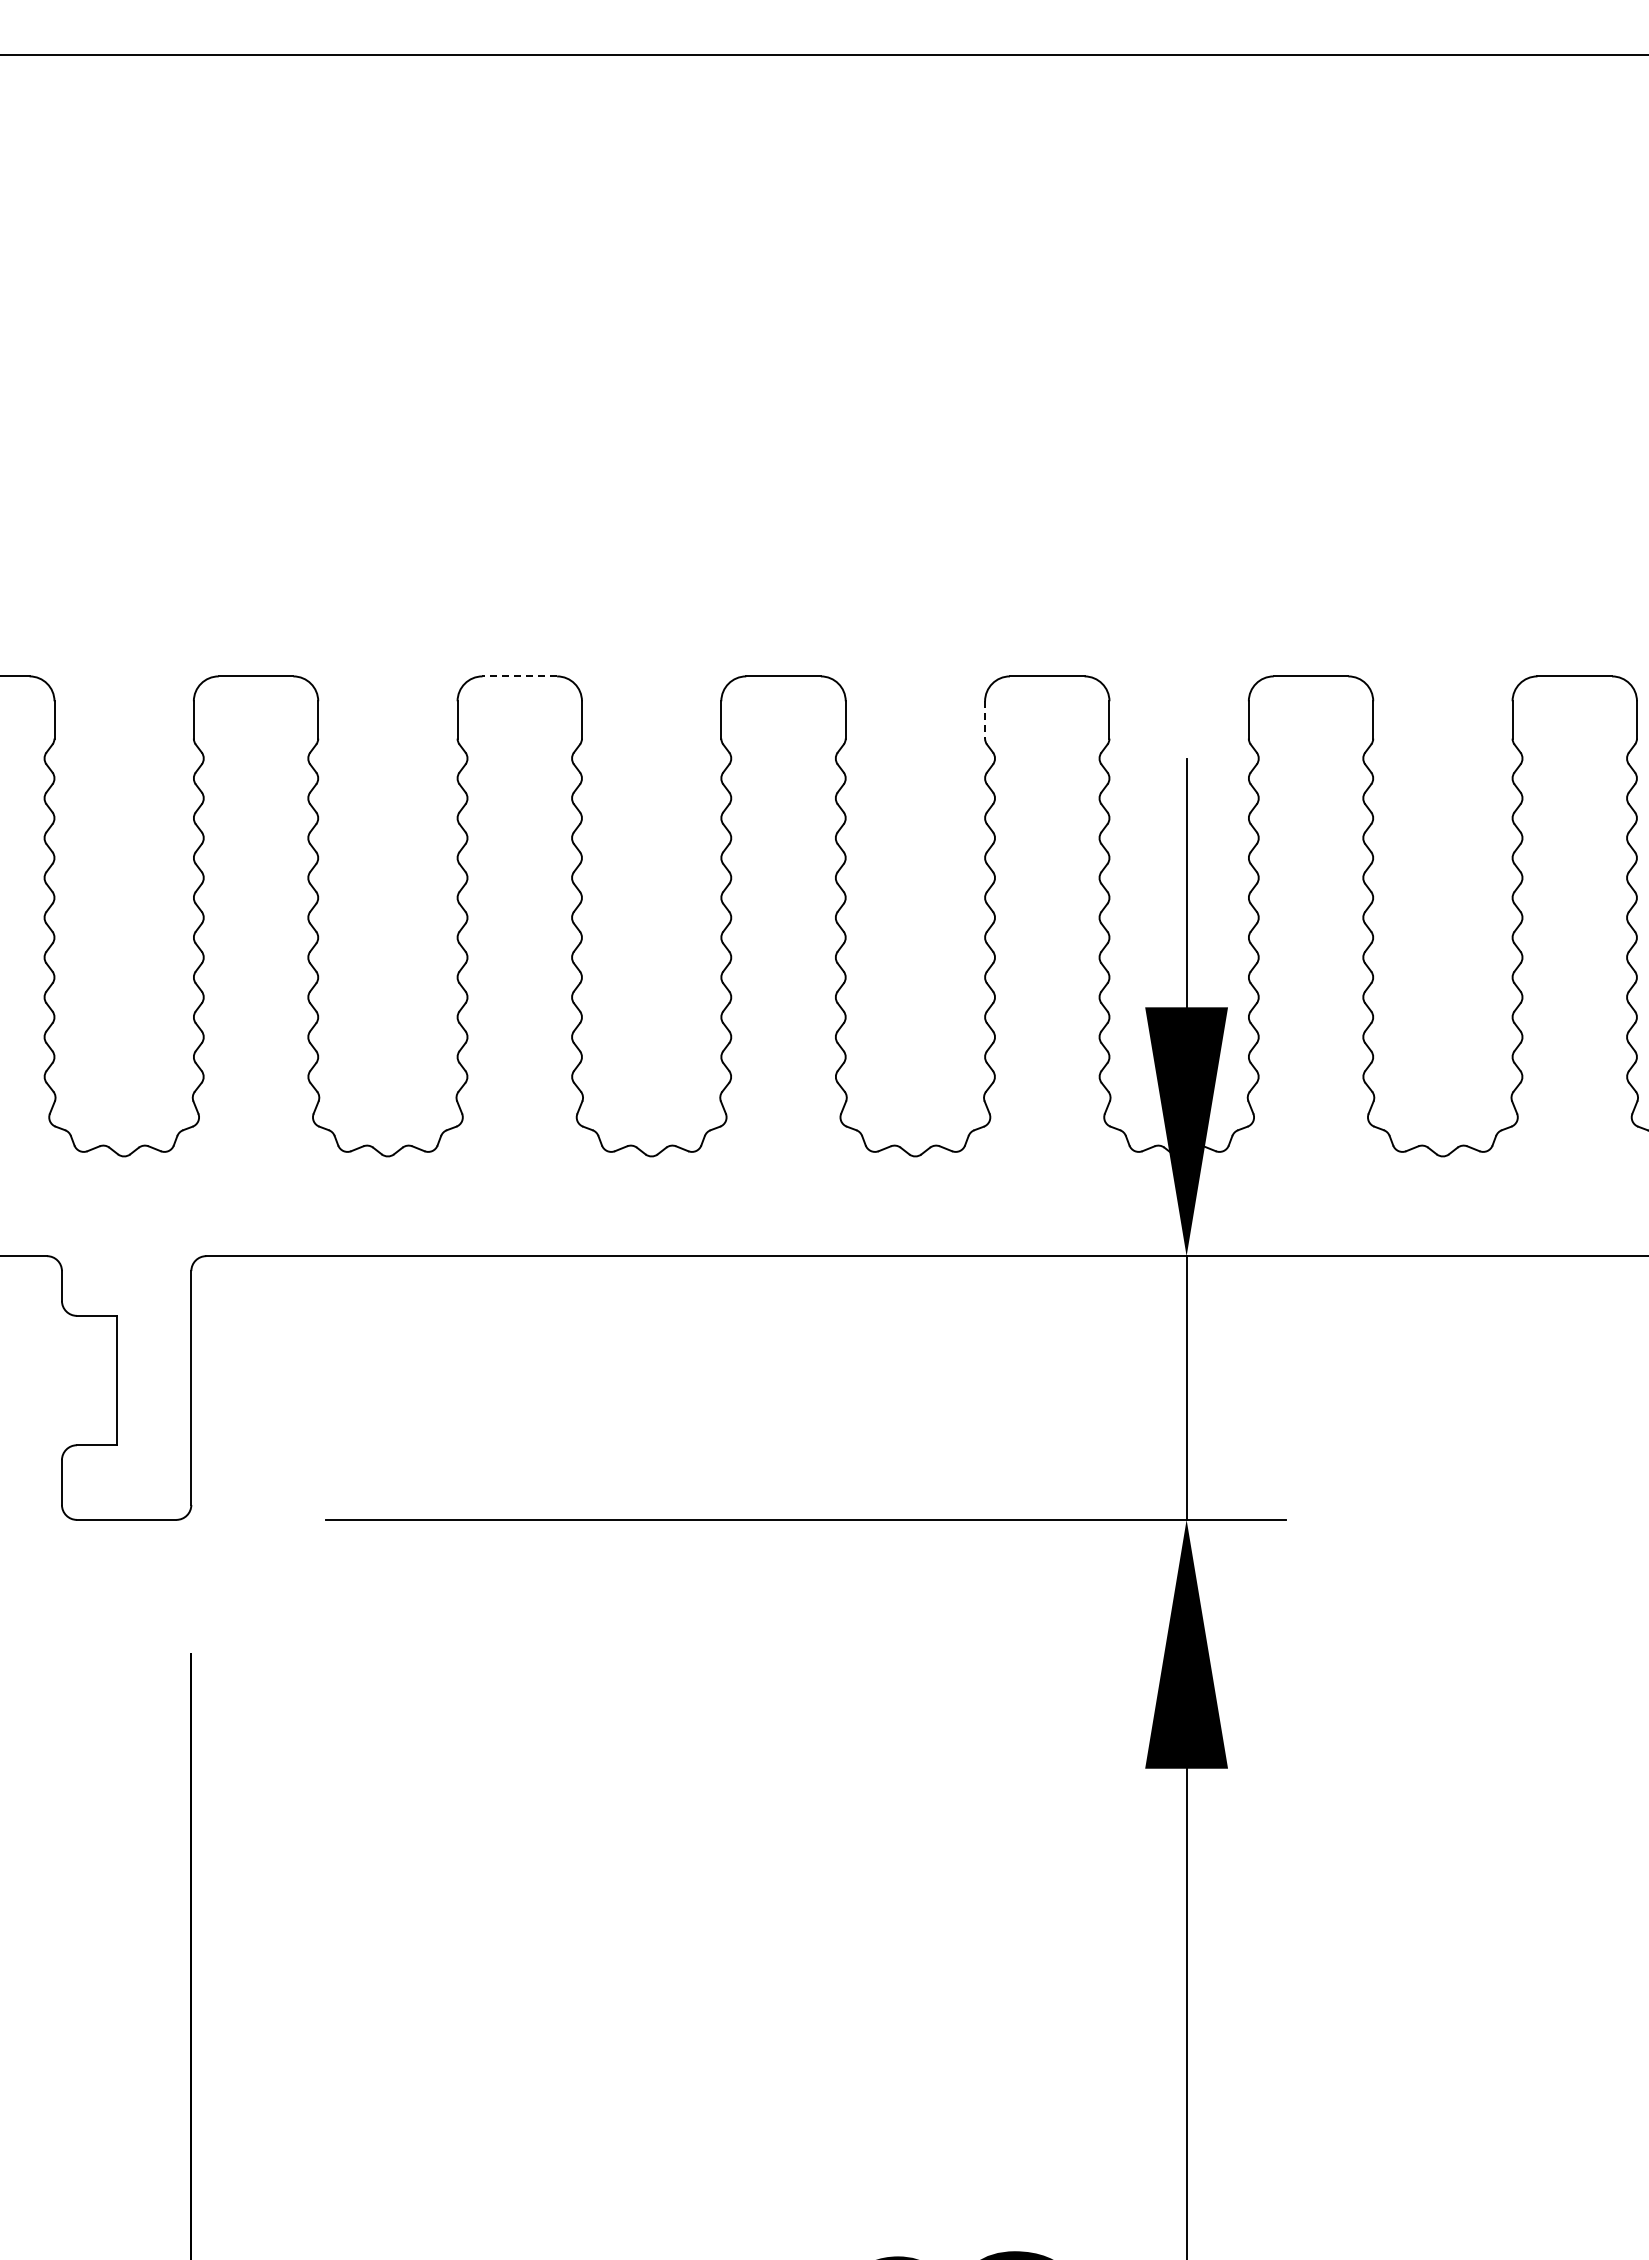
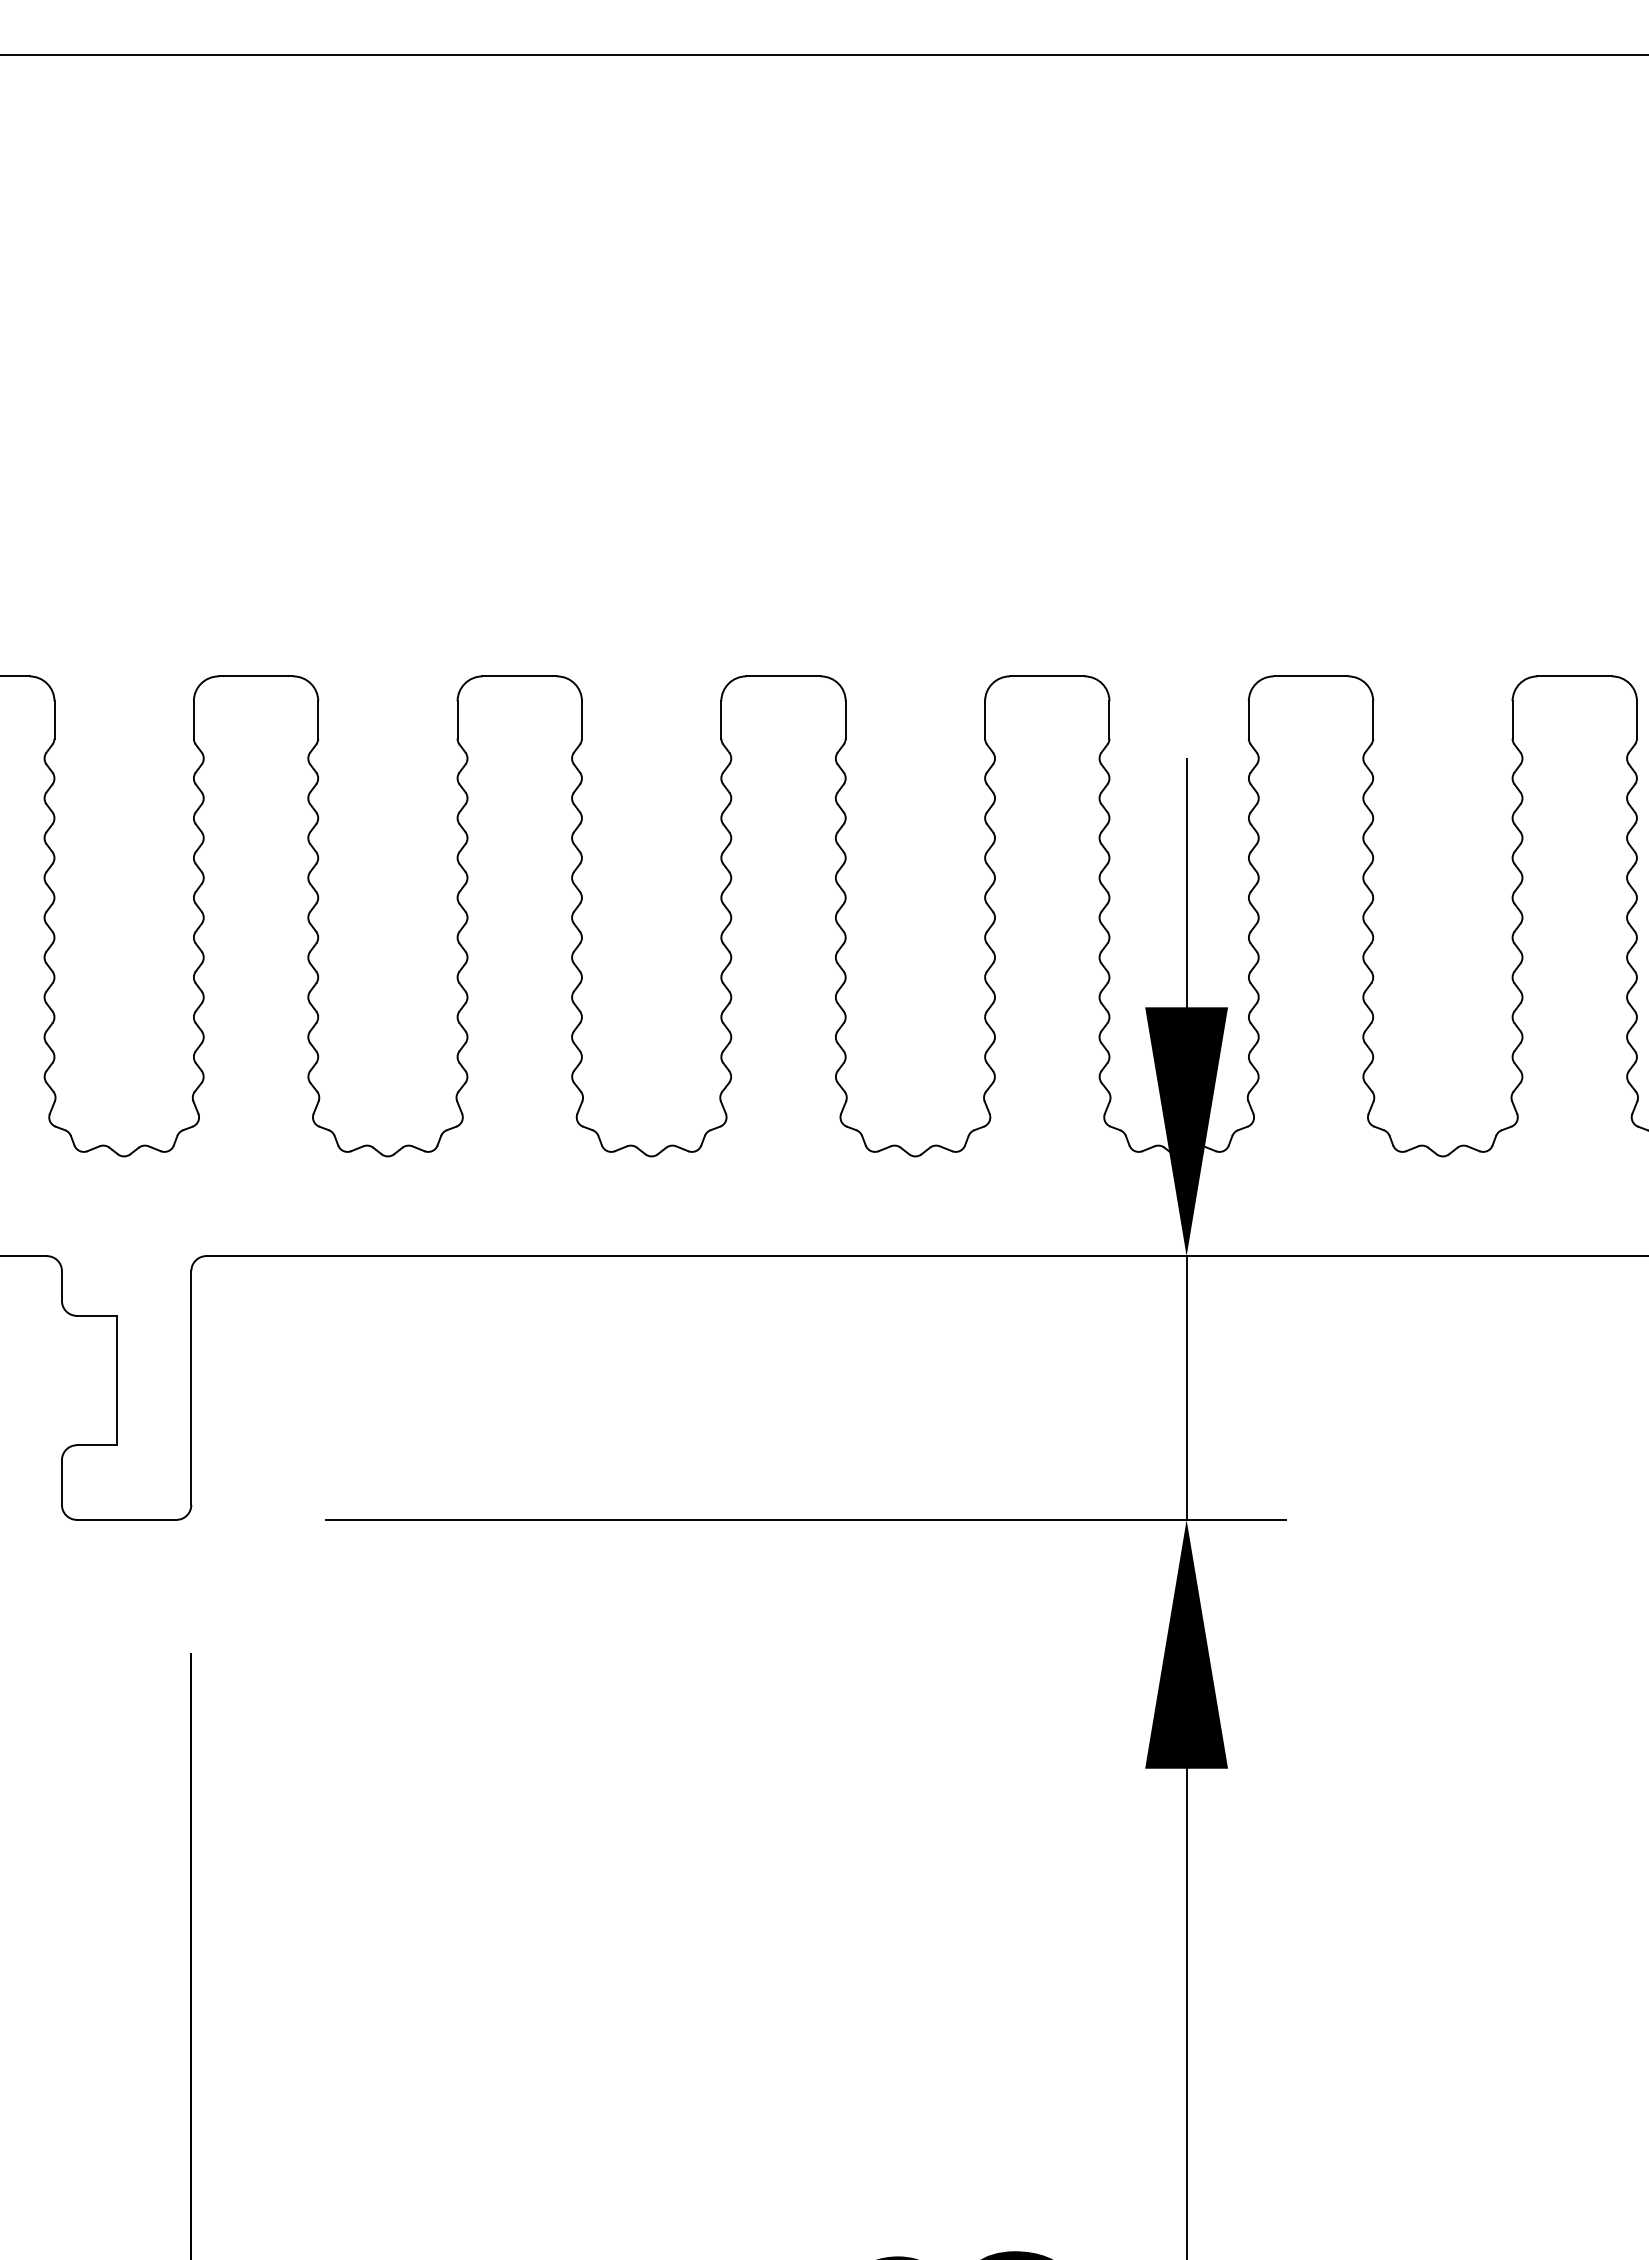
line at (519, 676): dashed -> solid
line at (985, 719): dashed -> solid
